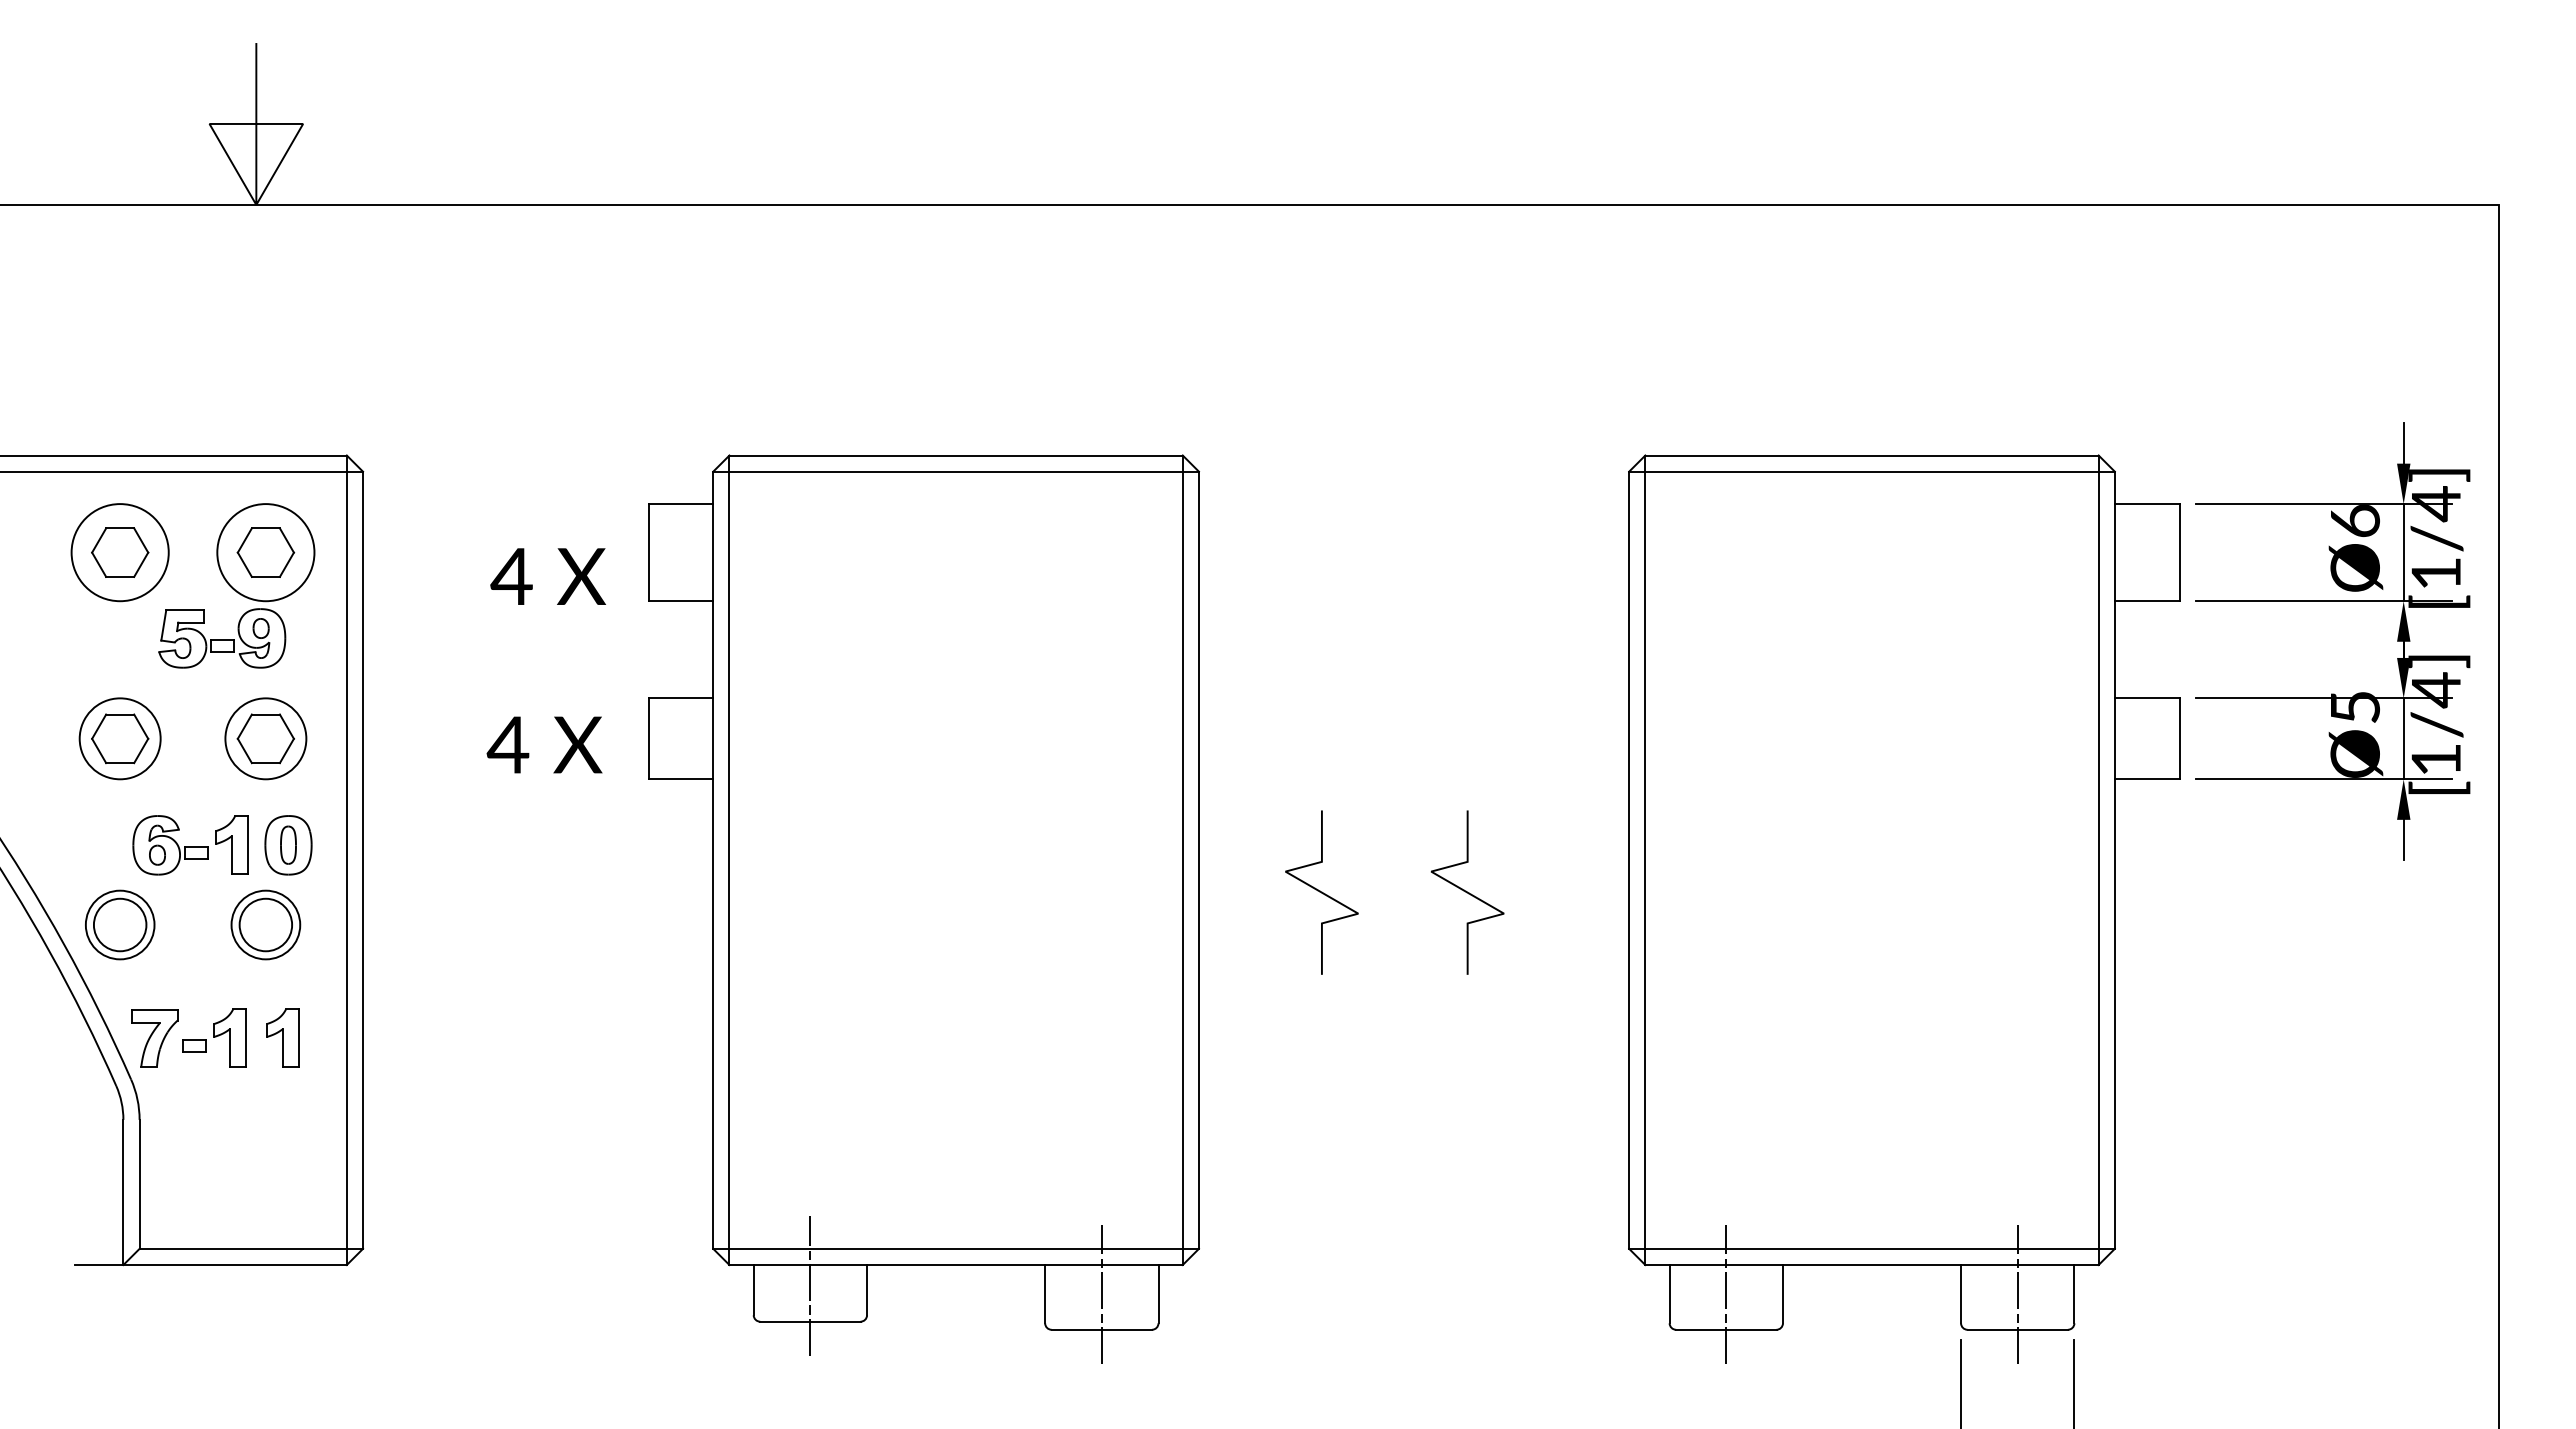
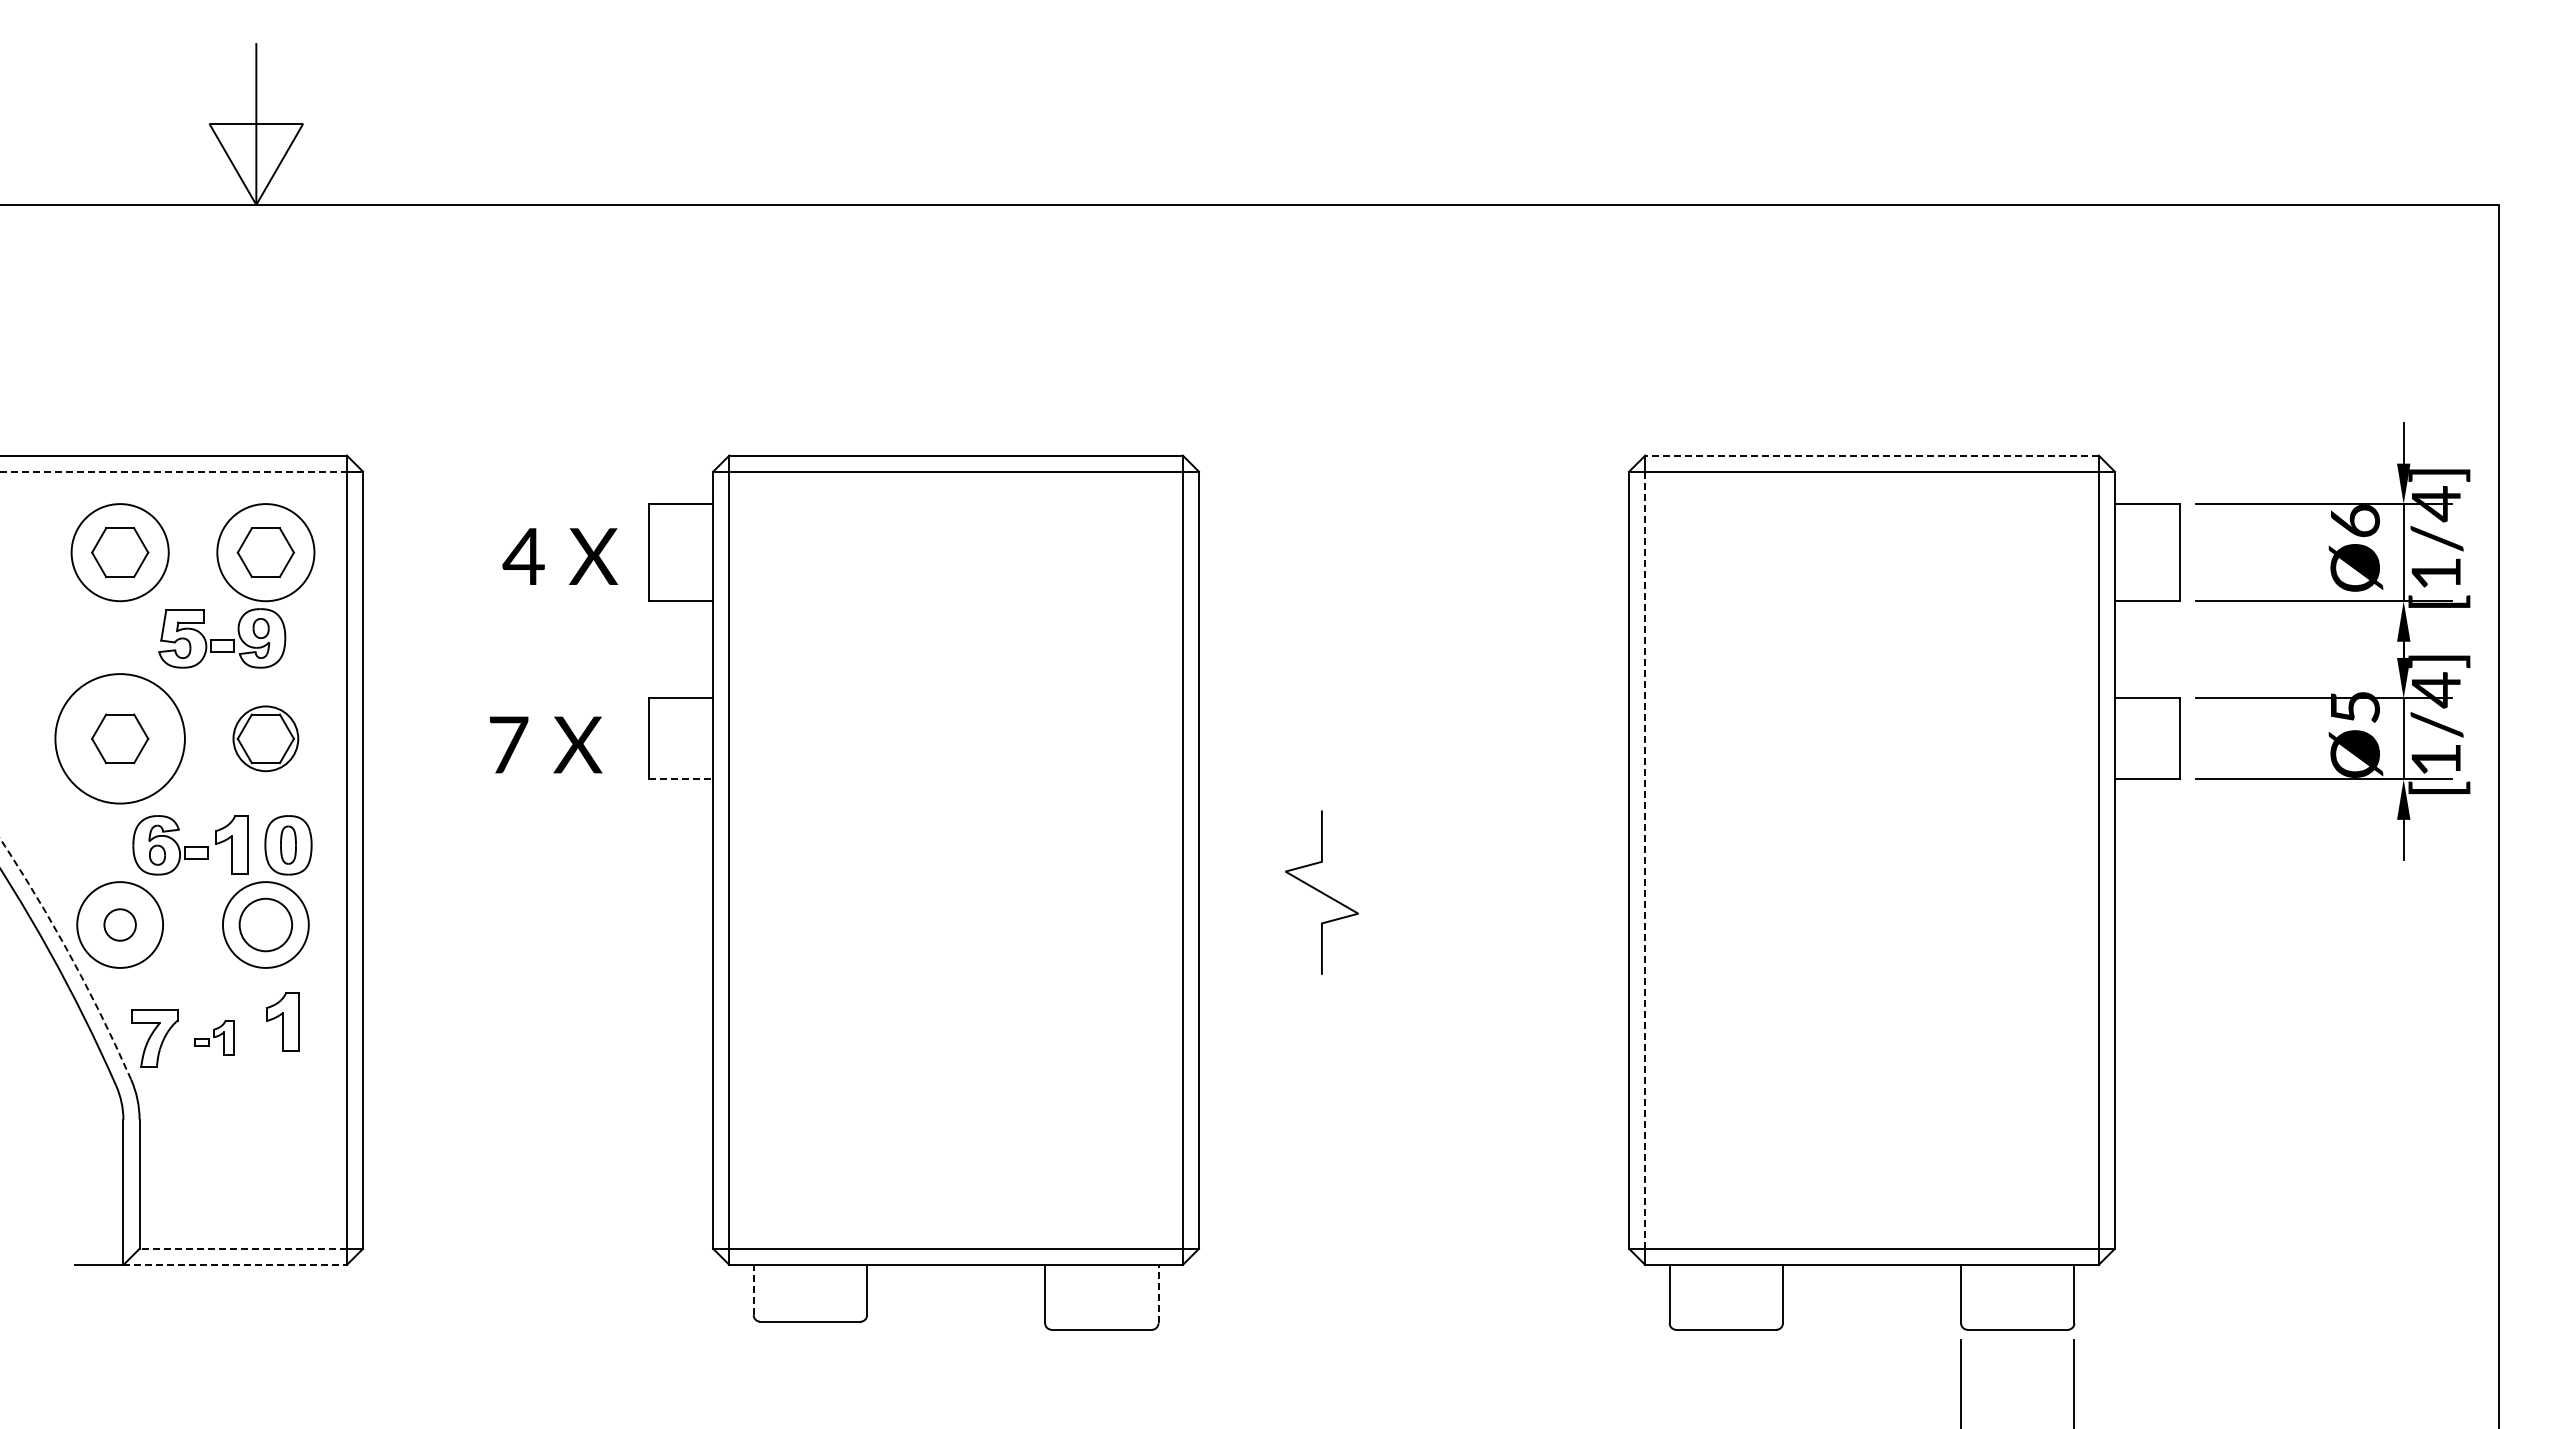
line at (1872, 455): solid -> dashed
line at (173, 471): solid -> dashed
text at (547, 576) position: (547, 576) -> (559, 556)
circle at (119, 738) diameter: 81 px -> 130 px
circle at (265, 738) diameter: 81 px -> 65 px
text at (507, 744): 4 -> 7
line at (681, 779): solid -> dashed
line at (1645, 860): solid -> dashed
curve at (1467, 892): present -> none
circle at (119, 924) diameter: 52 px -> 31 px
circle at (119, 924) diameter: 69 px -> 86 px
circle at (265, 924) diameter: 69 px -> 86 px
arc at (70, 956): solid -> dashed
part at (214, 1037) size: 65x60 px -> 41x36 px
part at (282, 1037) position: (282, 1037) -> (282, 1021)
line at (243, 1248): solid -> dashed
line at (235, 1265): solid -> dashed
line at (810, 1285): present -> none
line at (753, 1289): solid -> dashed
line at (1101, 1293): present -> none
line at (1158, 1293): solid -> dashed
line at (1726, 1293): present -> none
line at (2017, 1293): present -> none
